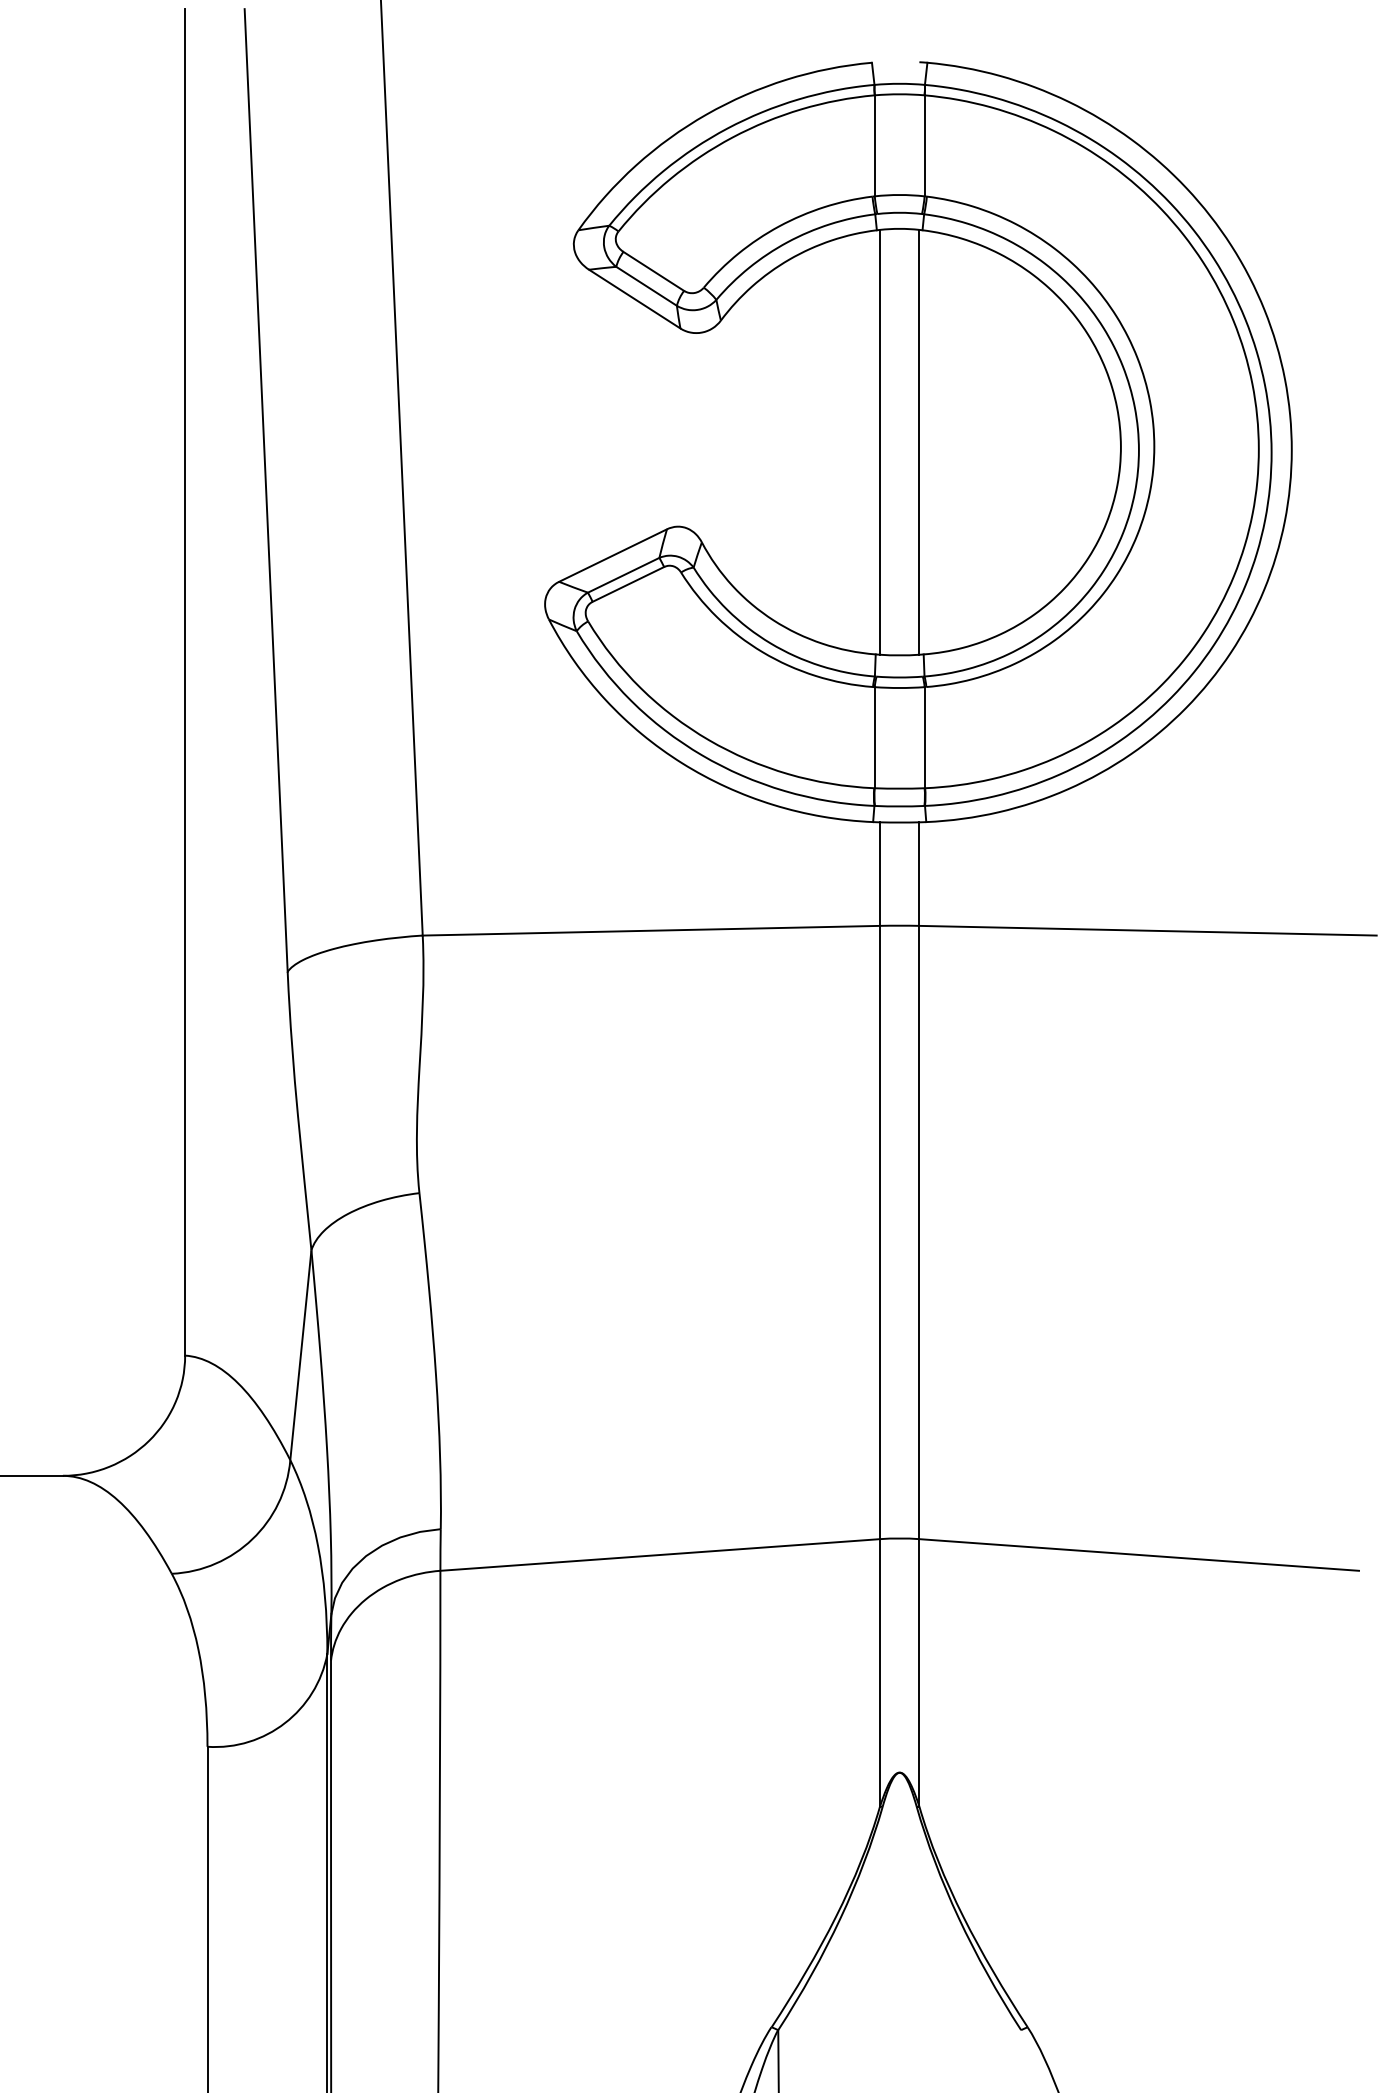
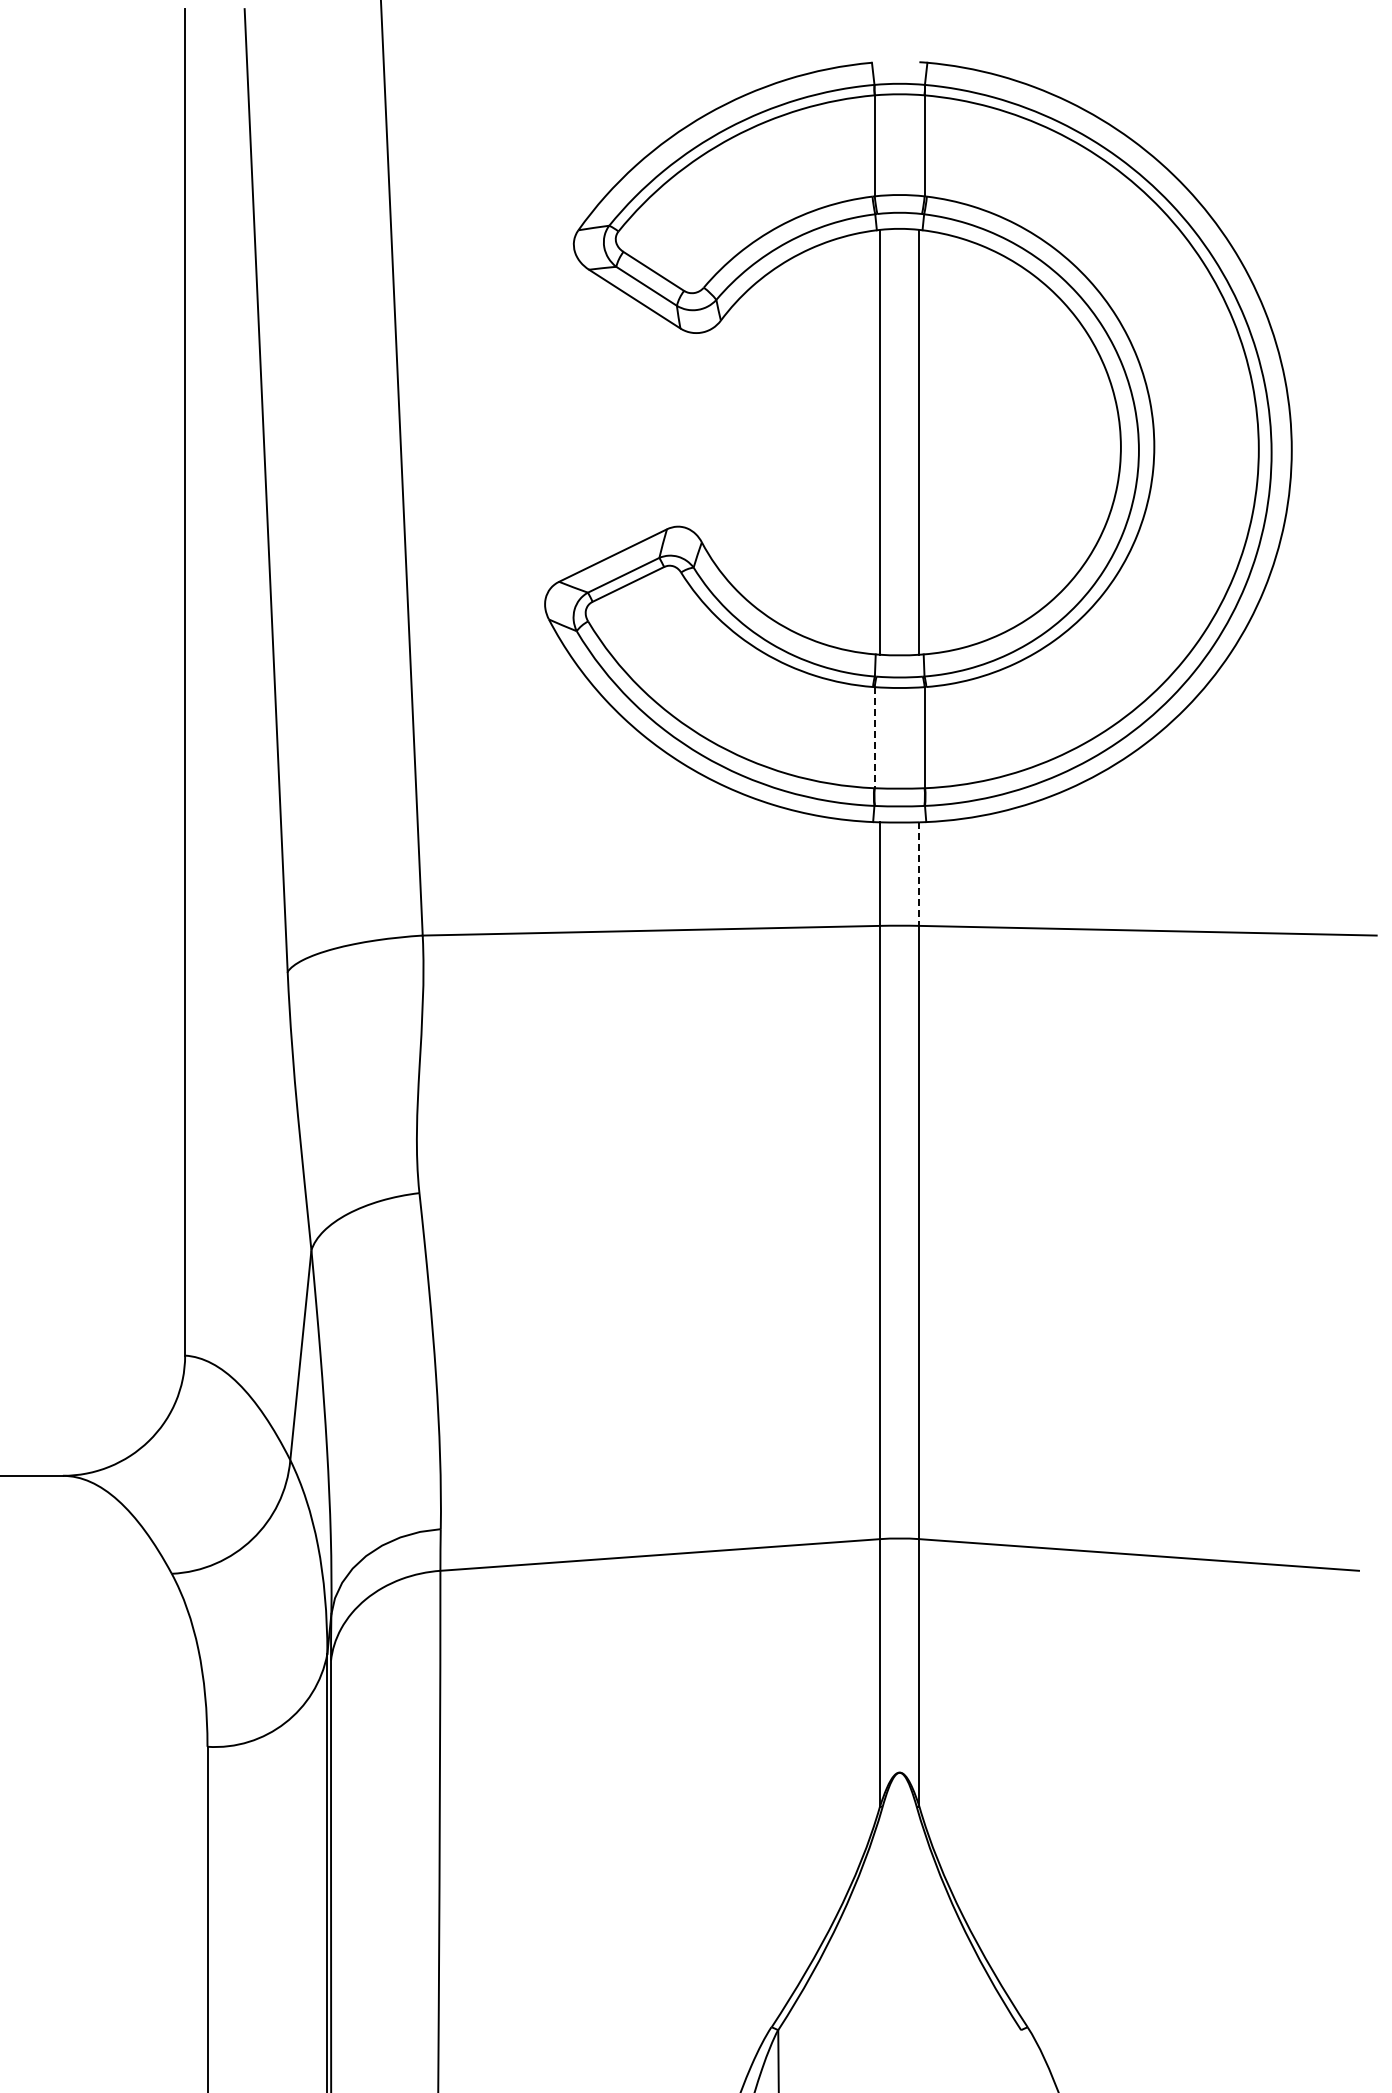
line at (874, 737): solid -> dashed
line at (919, 874): solid -> dashed
